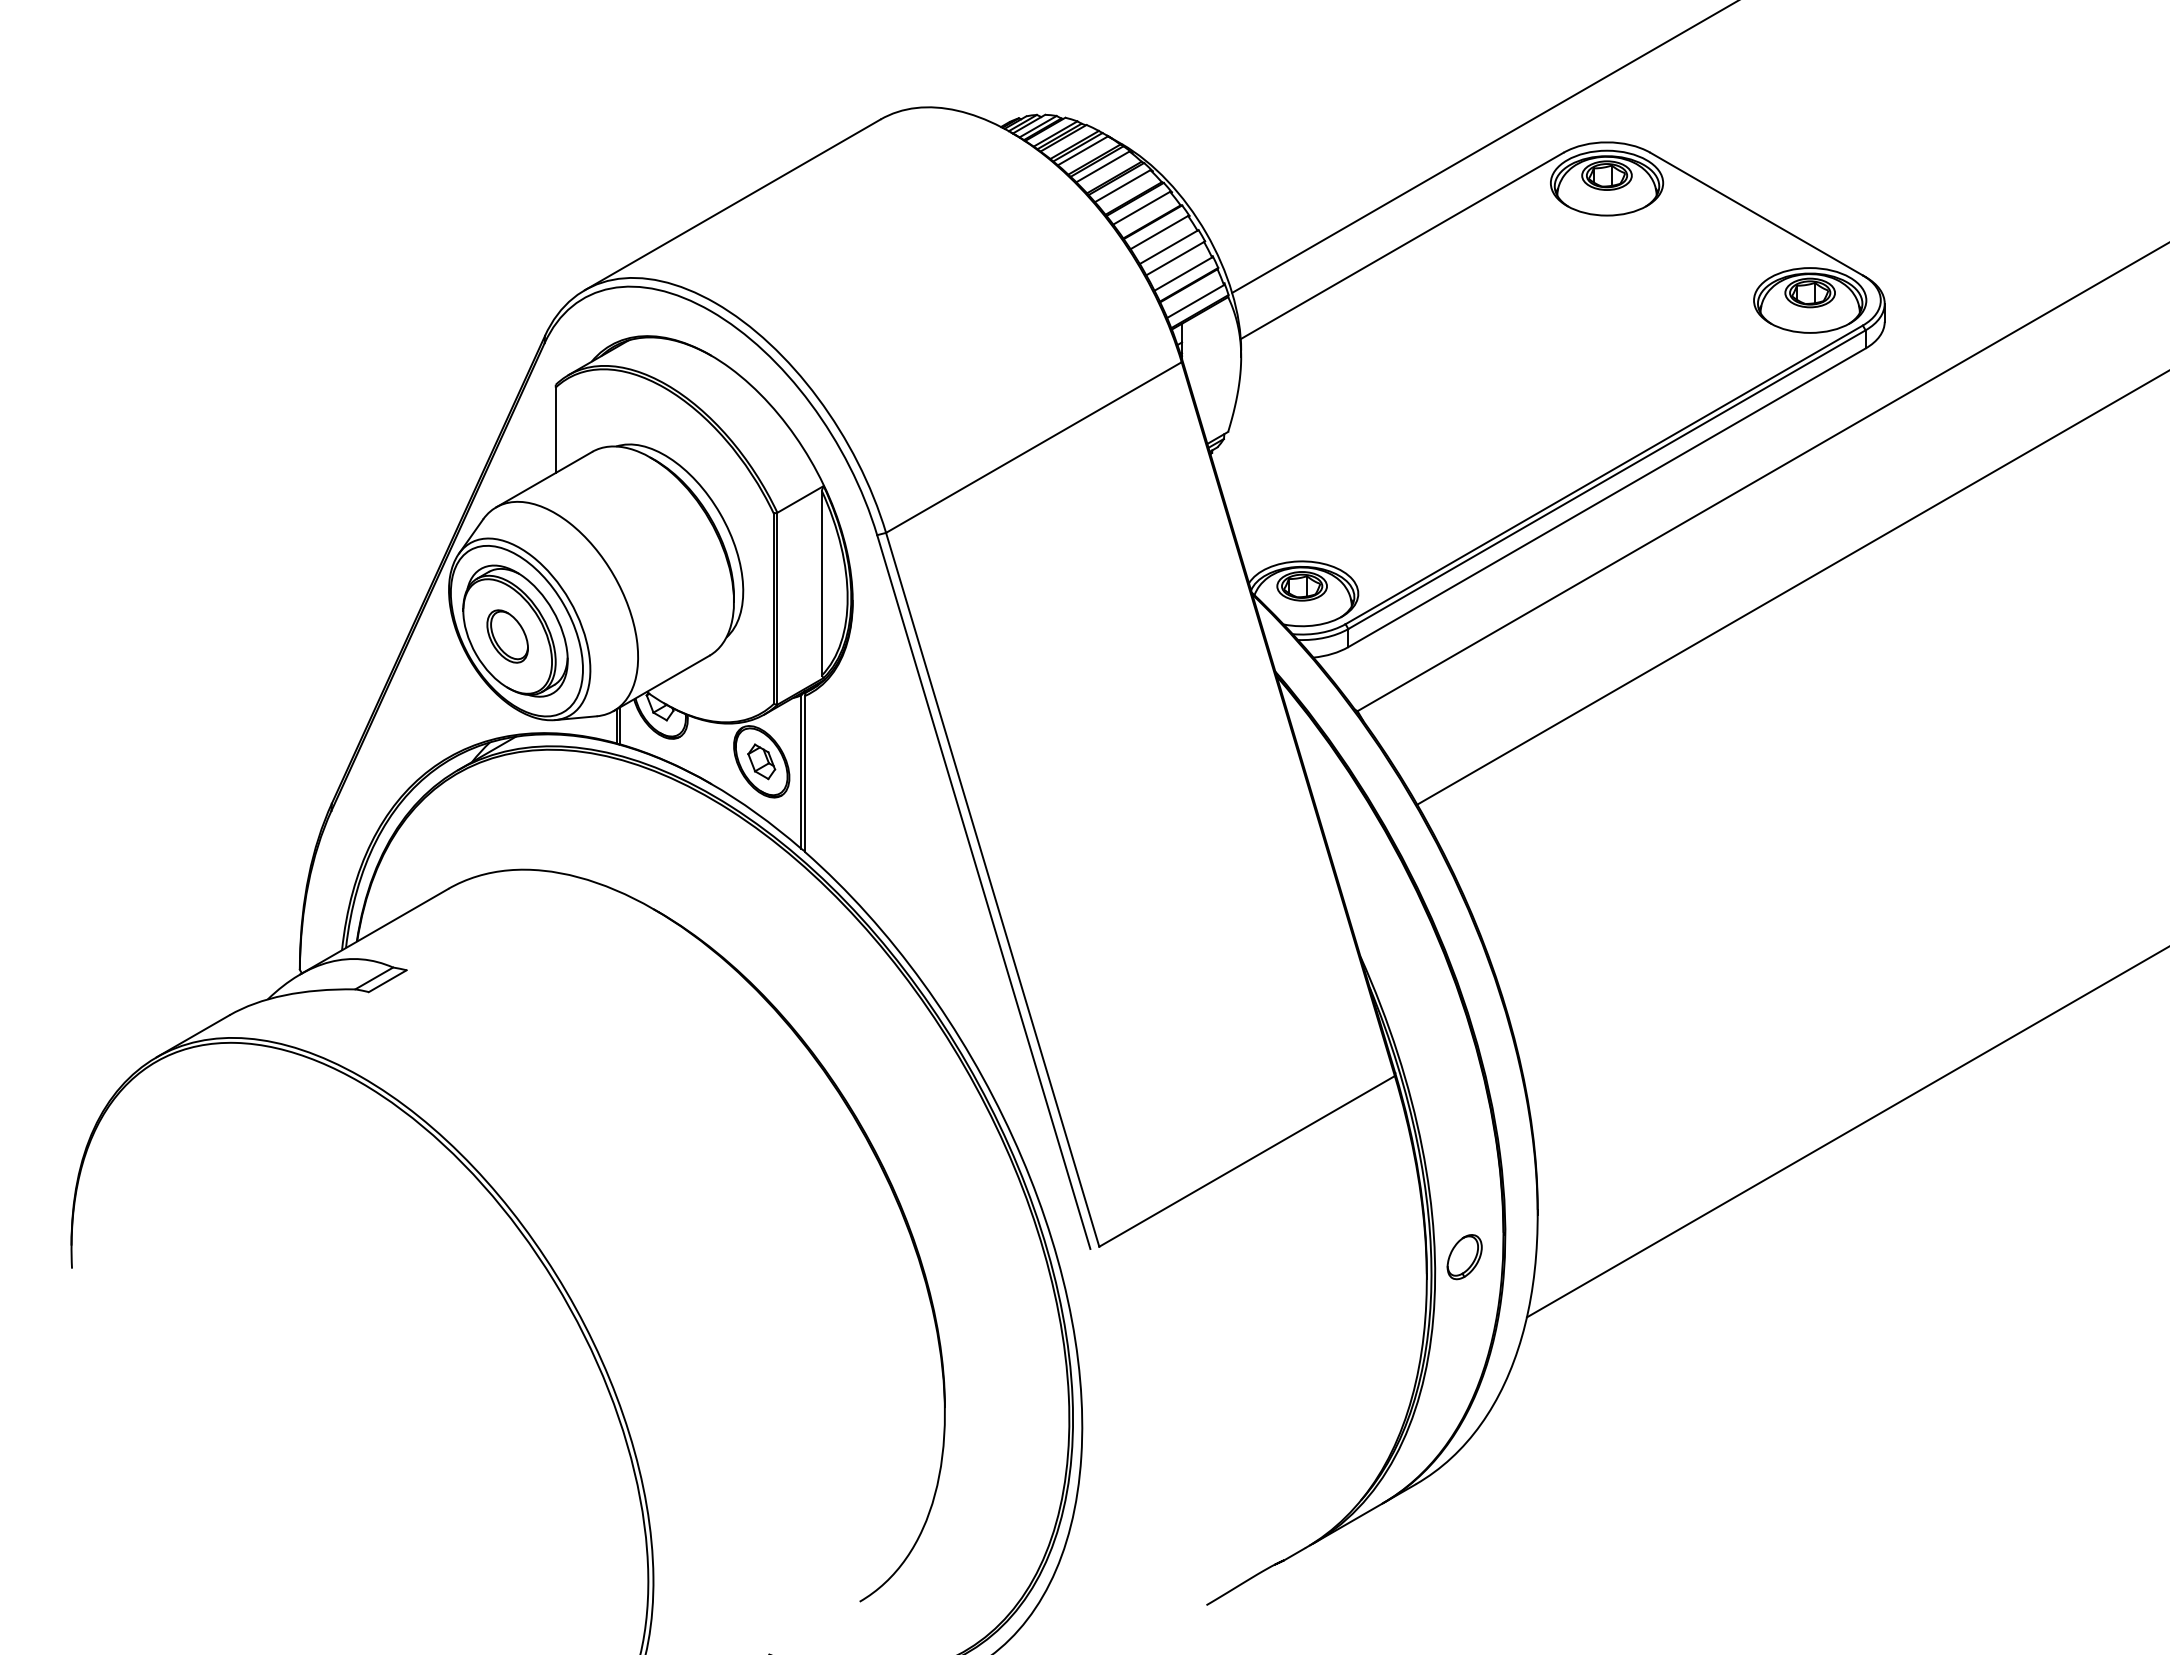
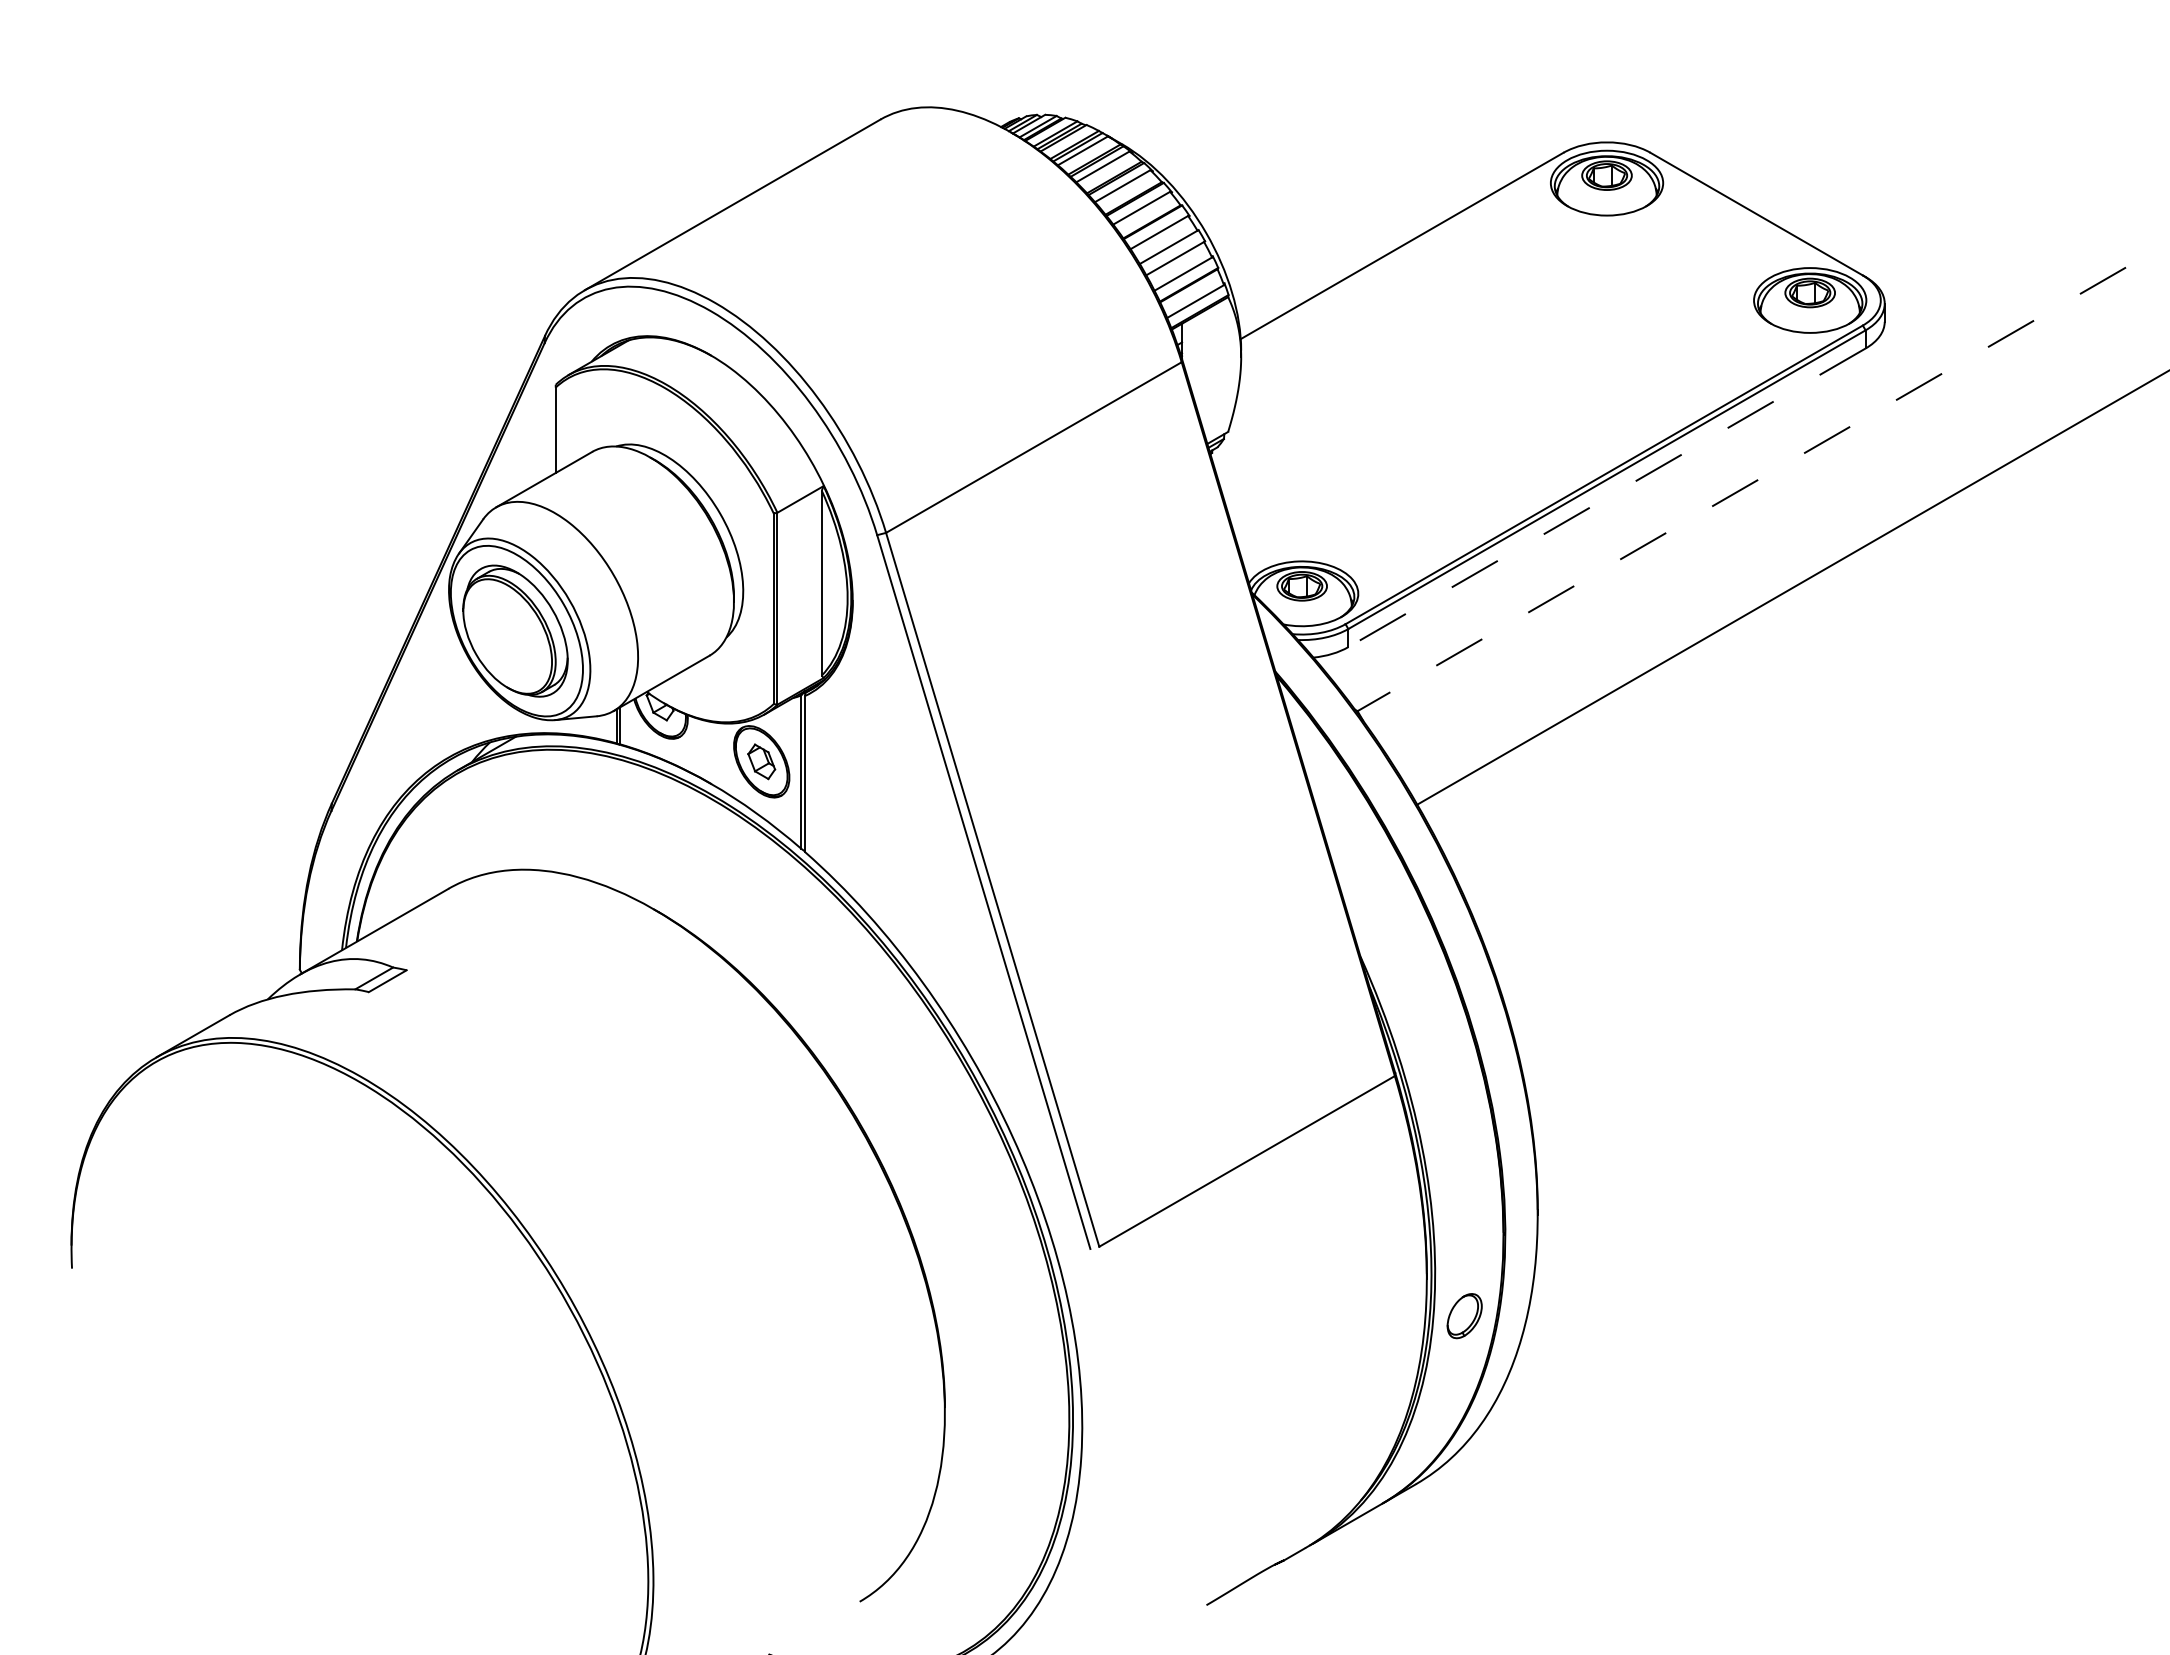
line at (1483, 147): present -> none
line at (1763, 476): solid -> dashed
line at (1606, 497): solid -> dashed
part at (507, 636): present -> none
line at (1846, 1132): present -> none
part at (1464, 1257) position: (1464, 1257) -> (1464, 1316)
